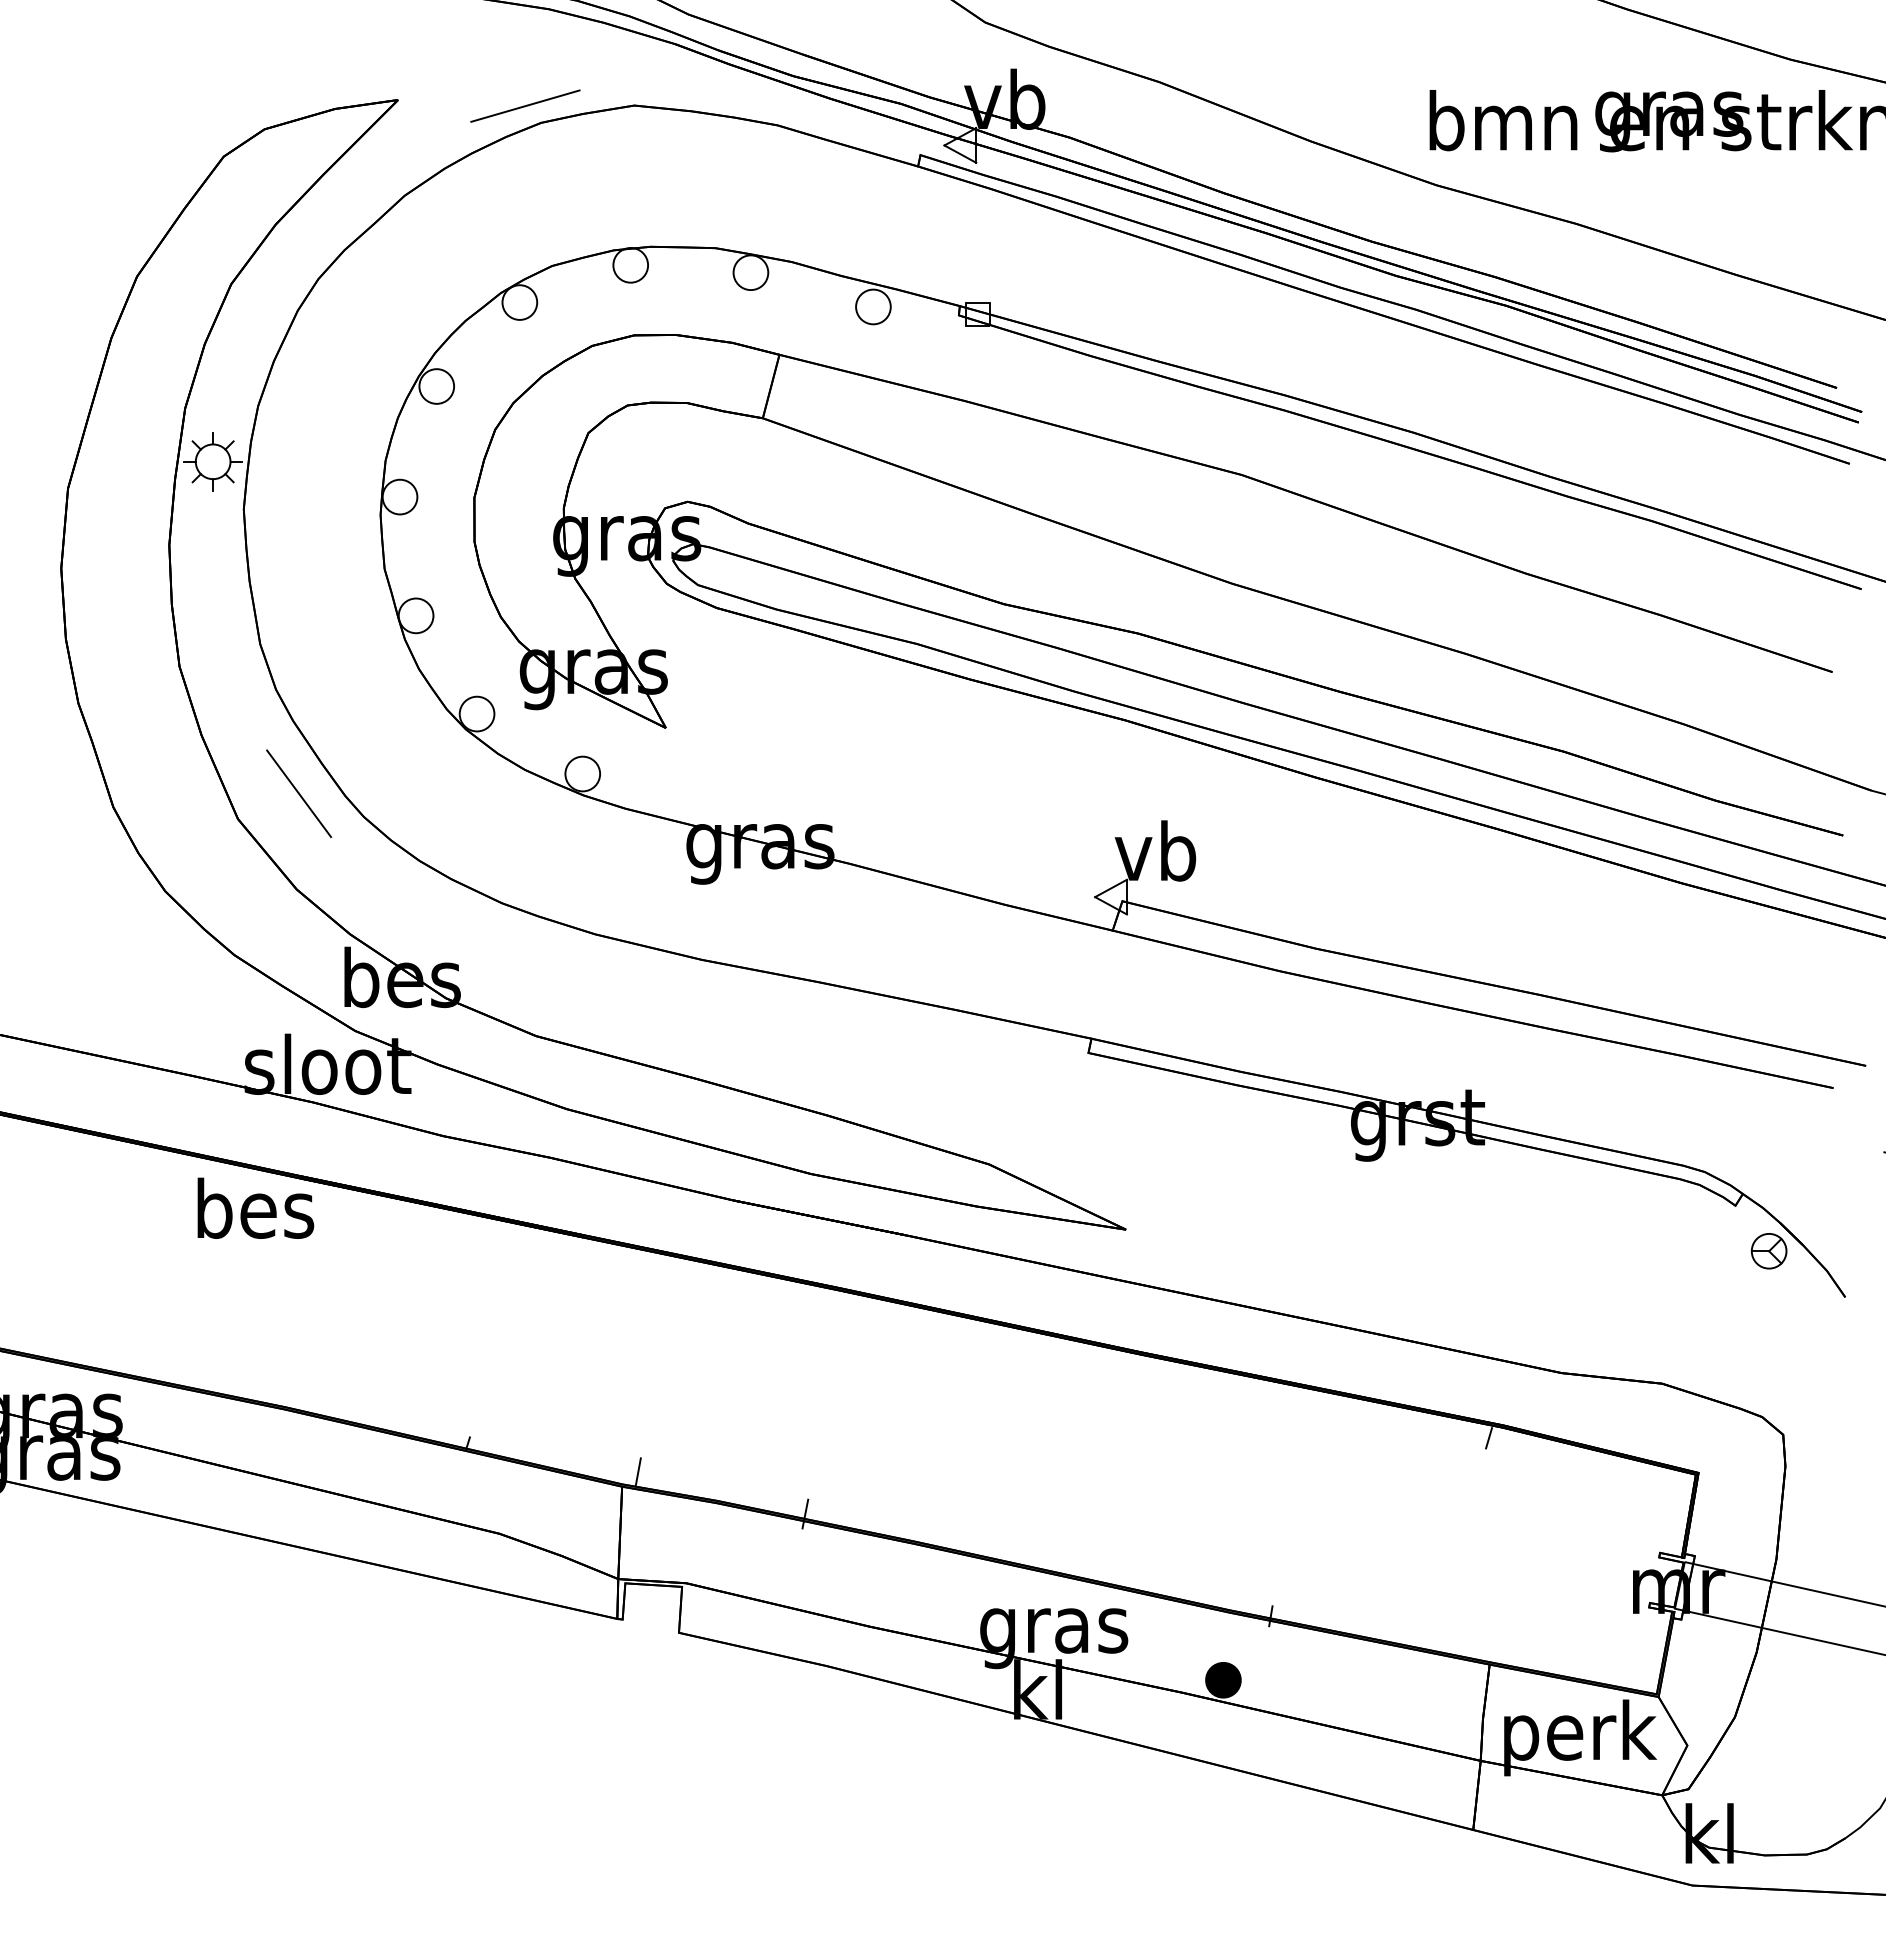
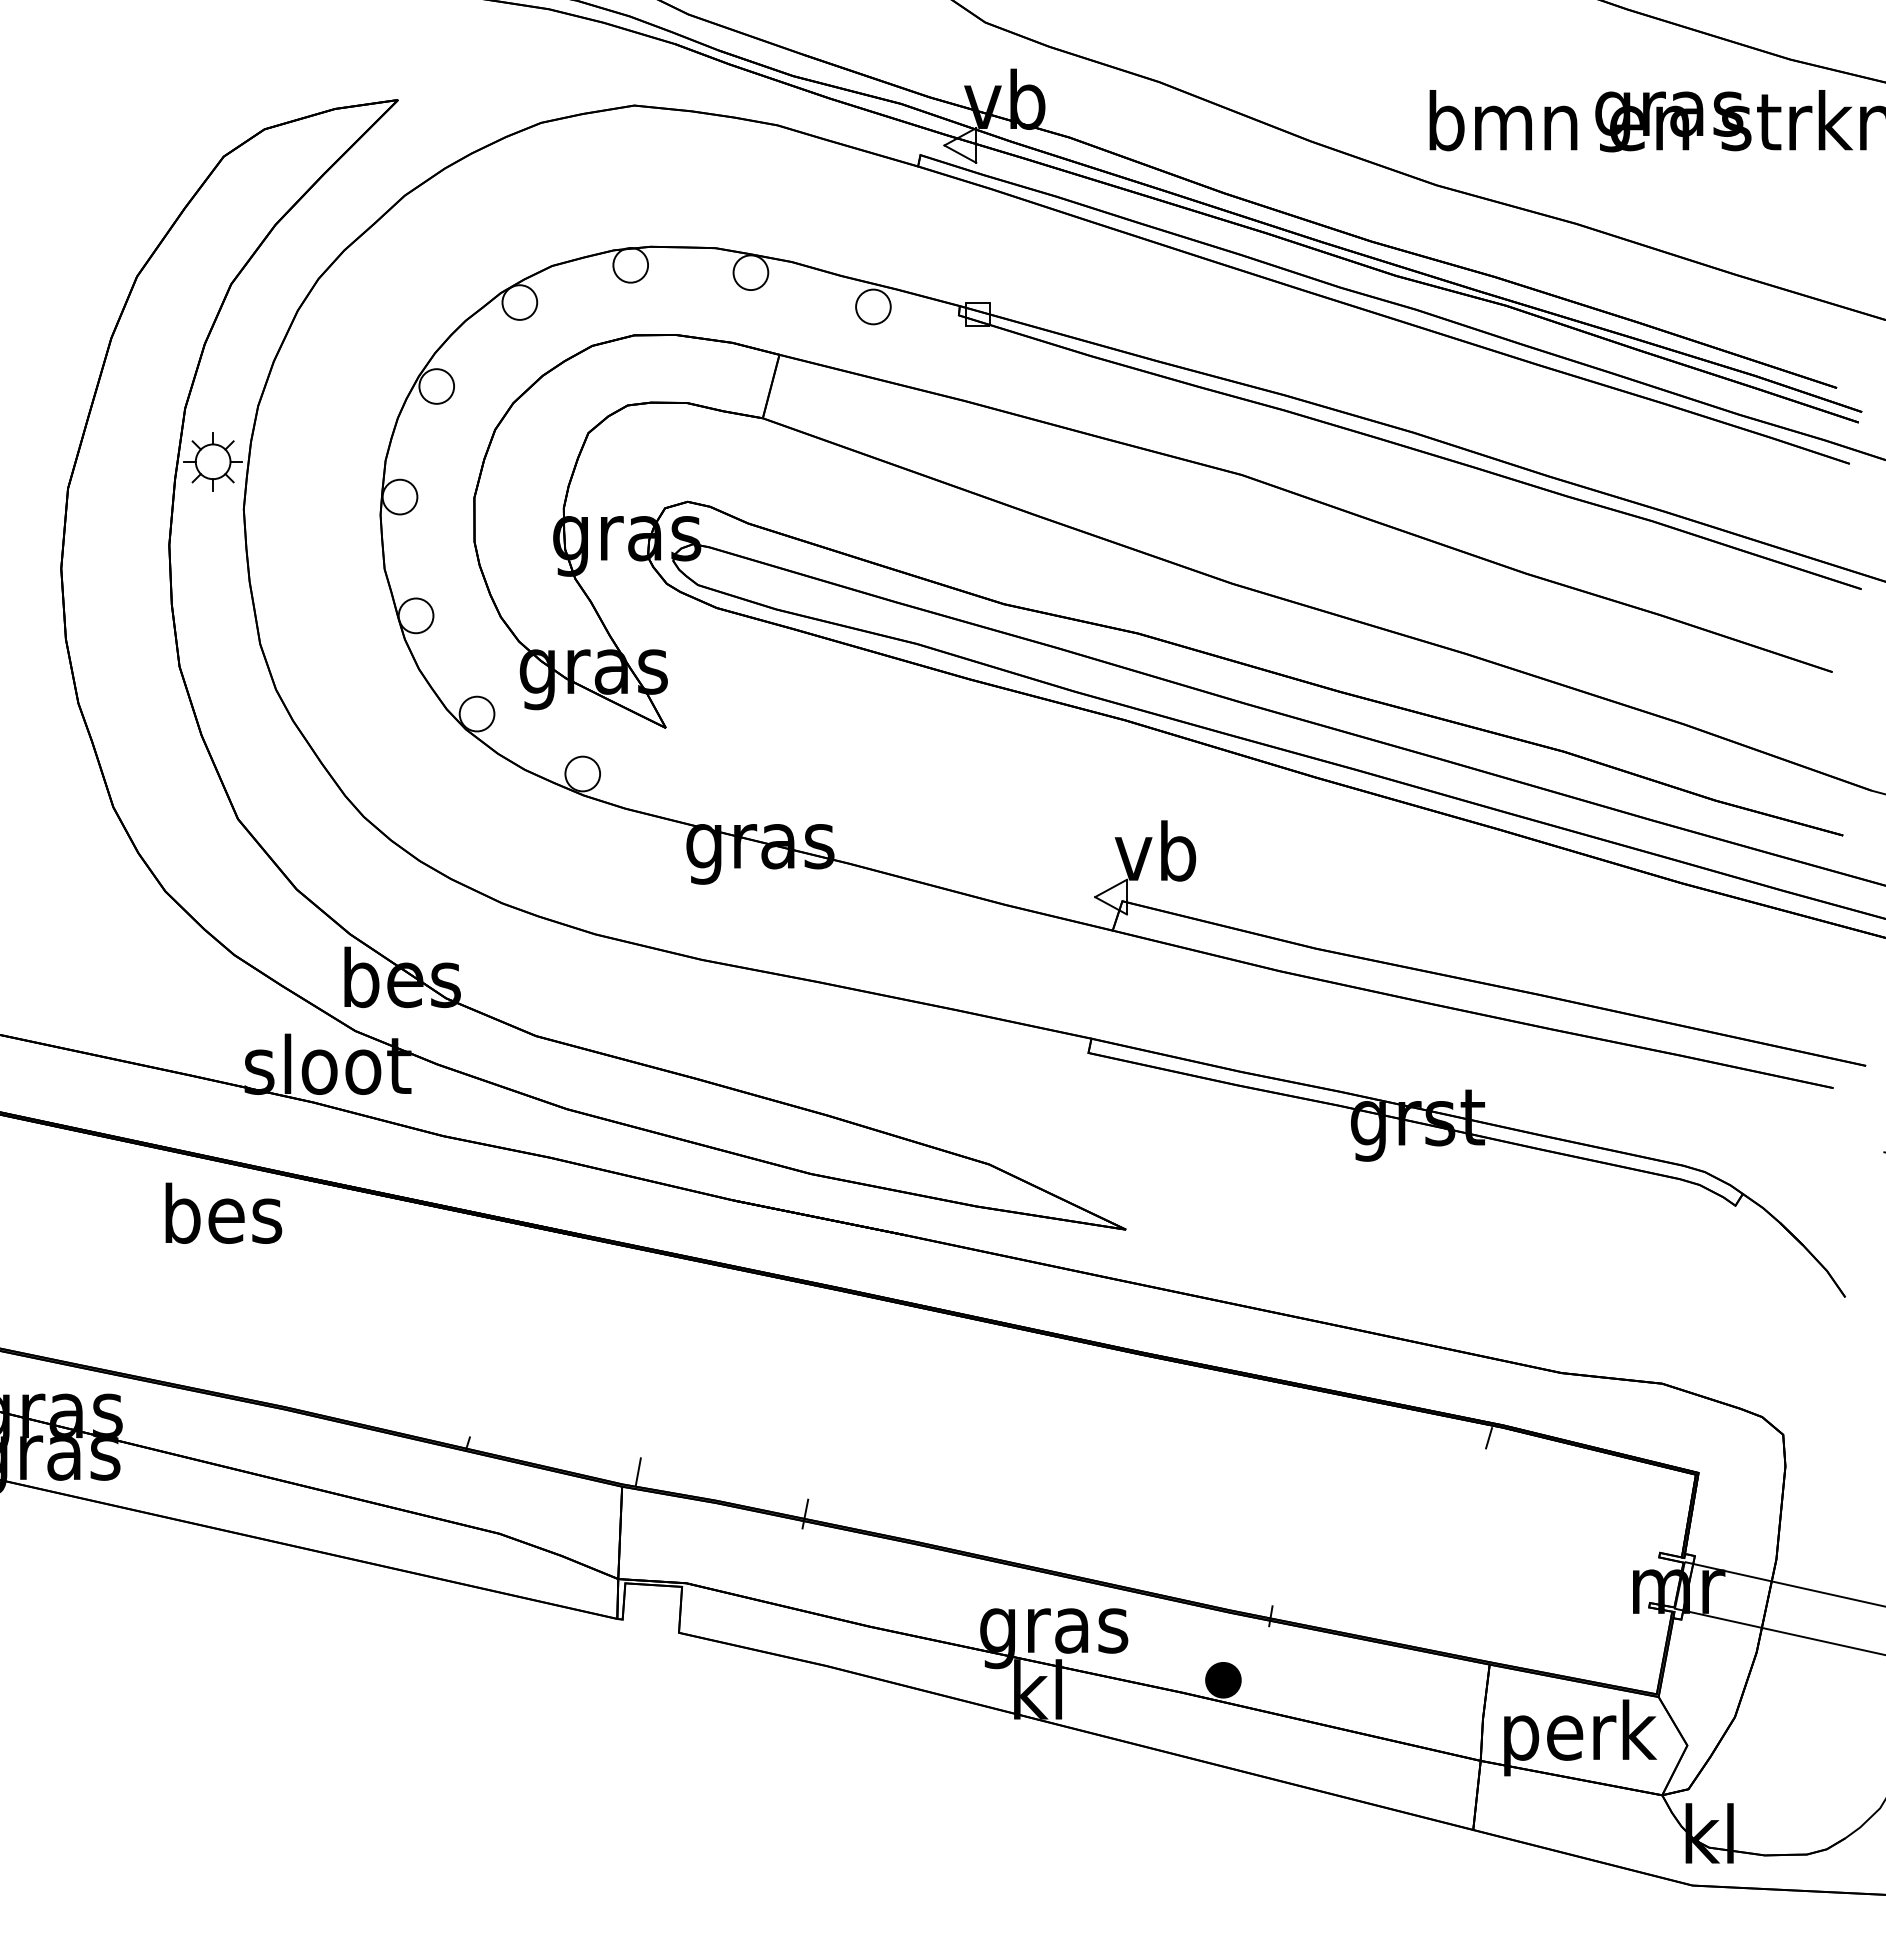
line at (525, 105): present -> none
line at (299, 793): present -> none
text at (255, 1207) position: (255, 1207) -> (223, 1212)
part at (1768, 1251): present -> none
